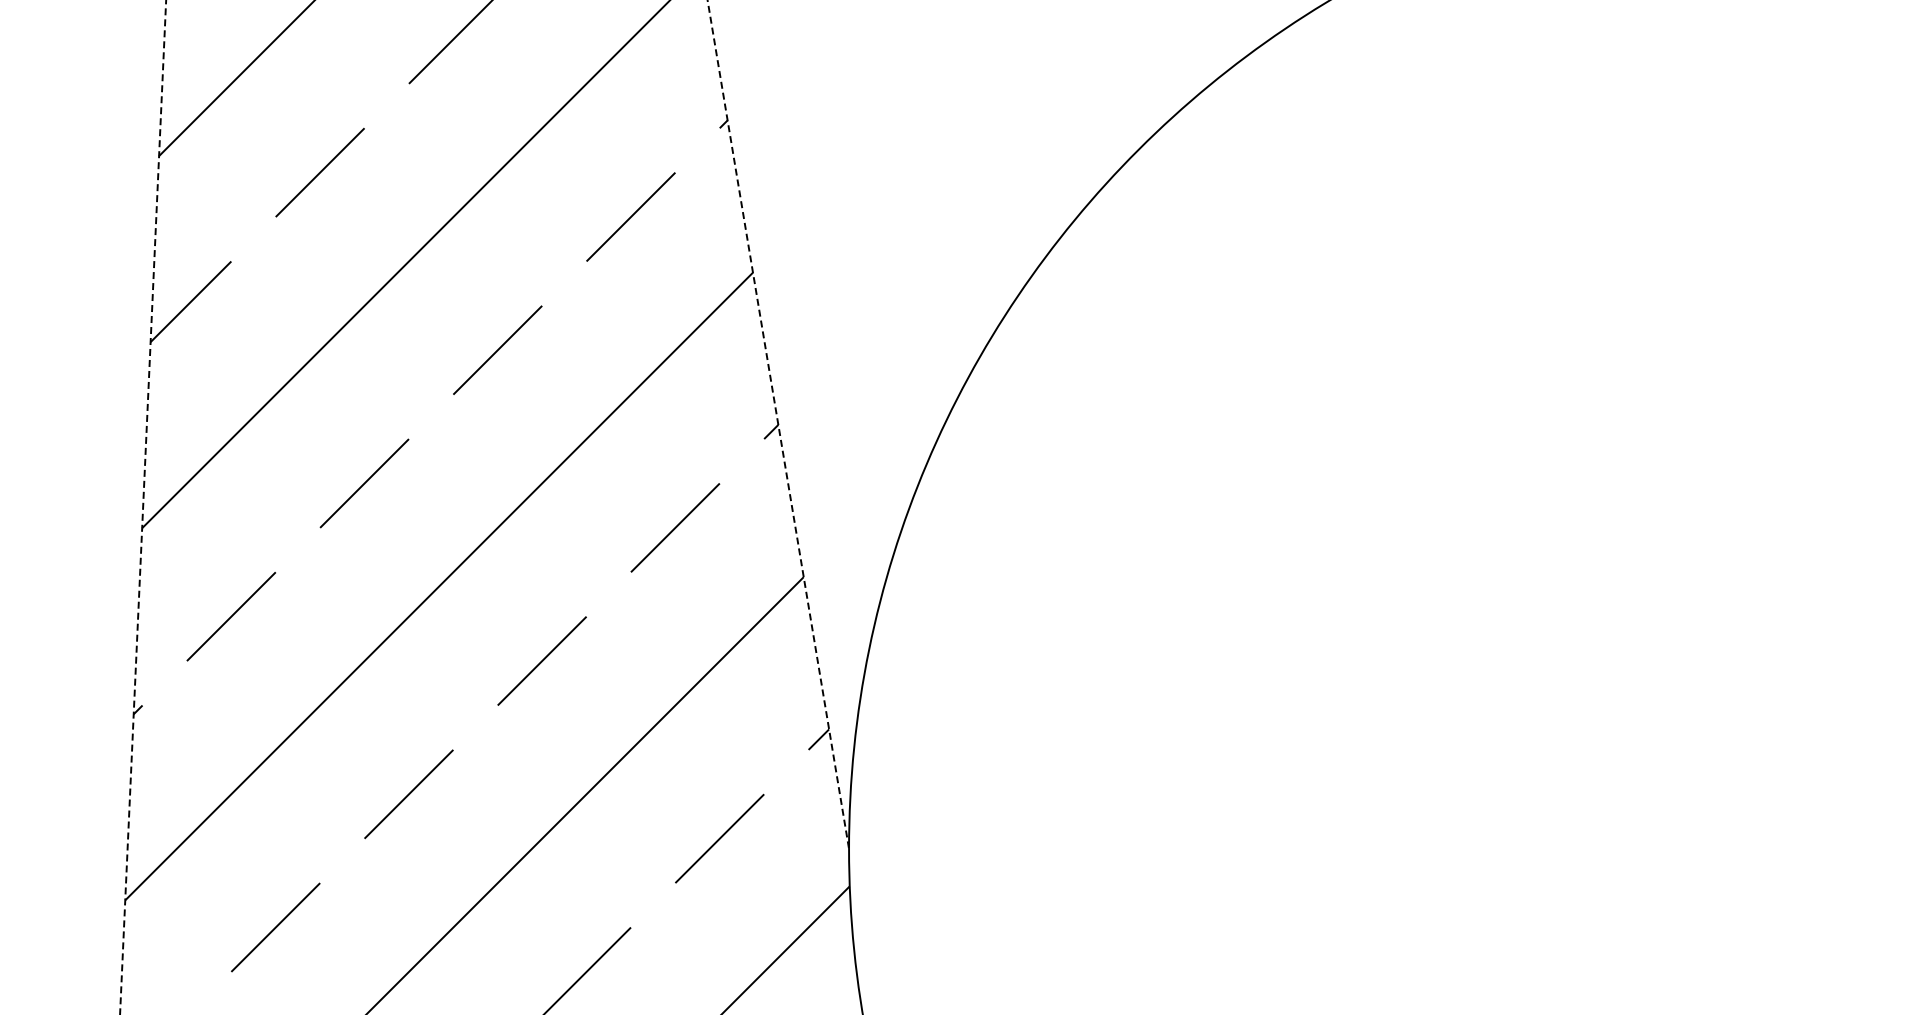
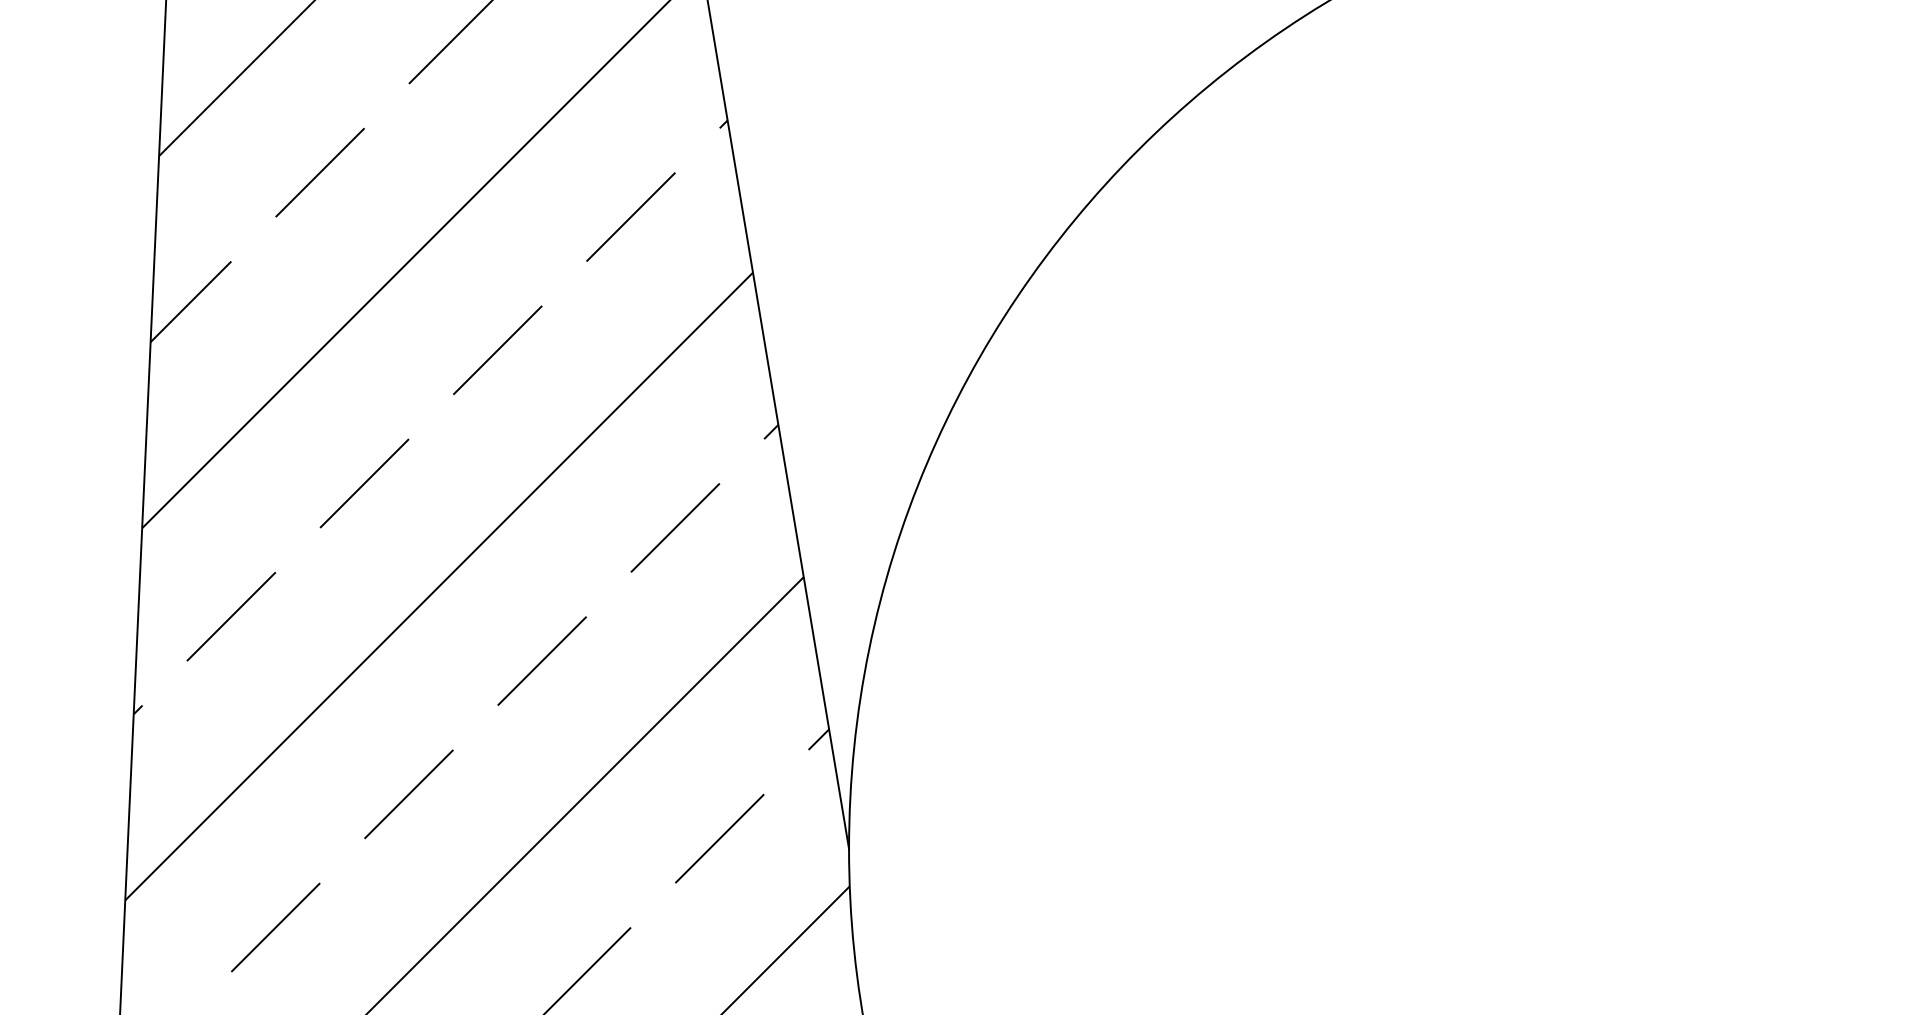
line at (778, 424): dashed -> solid
line at (143, 507): dashed -> solid
